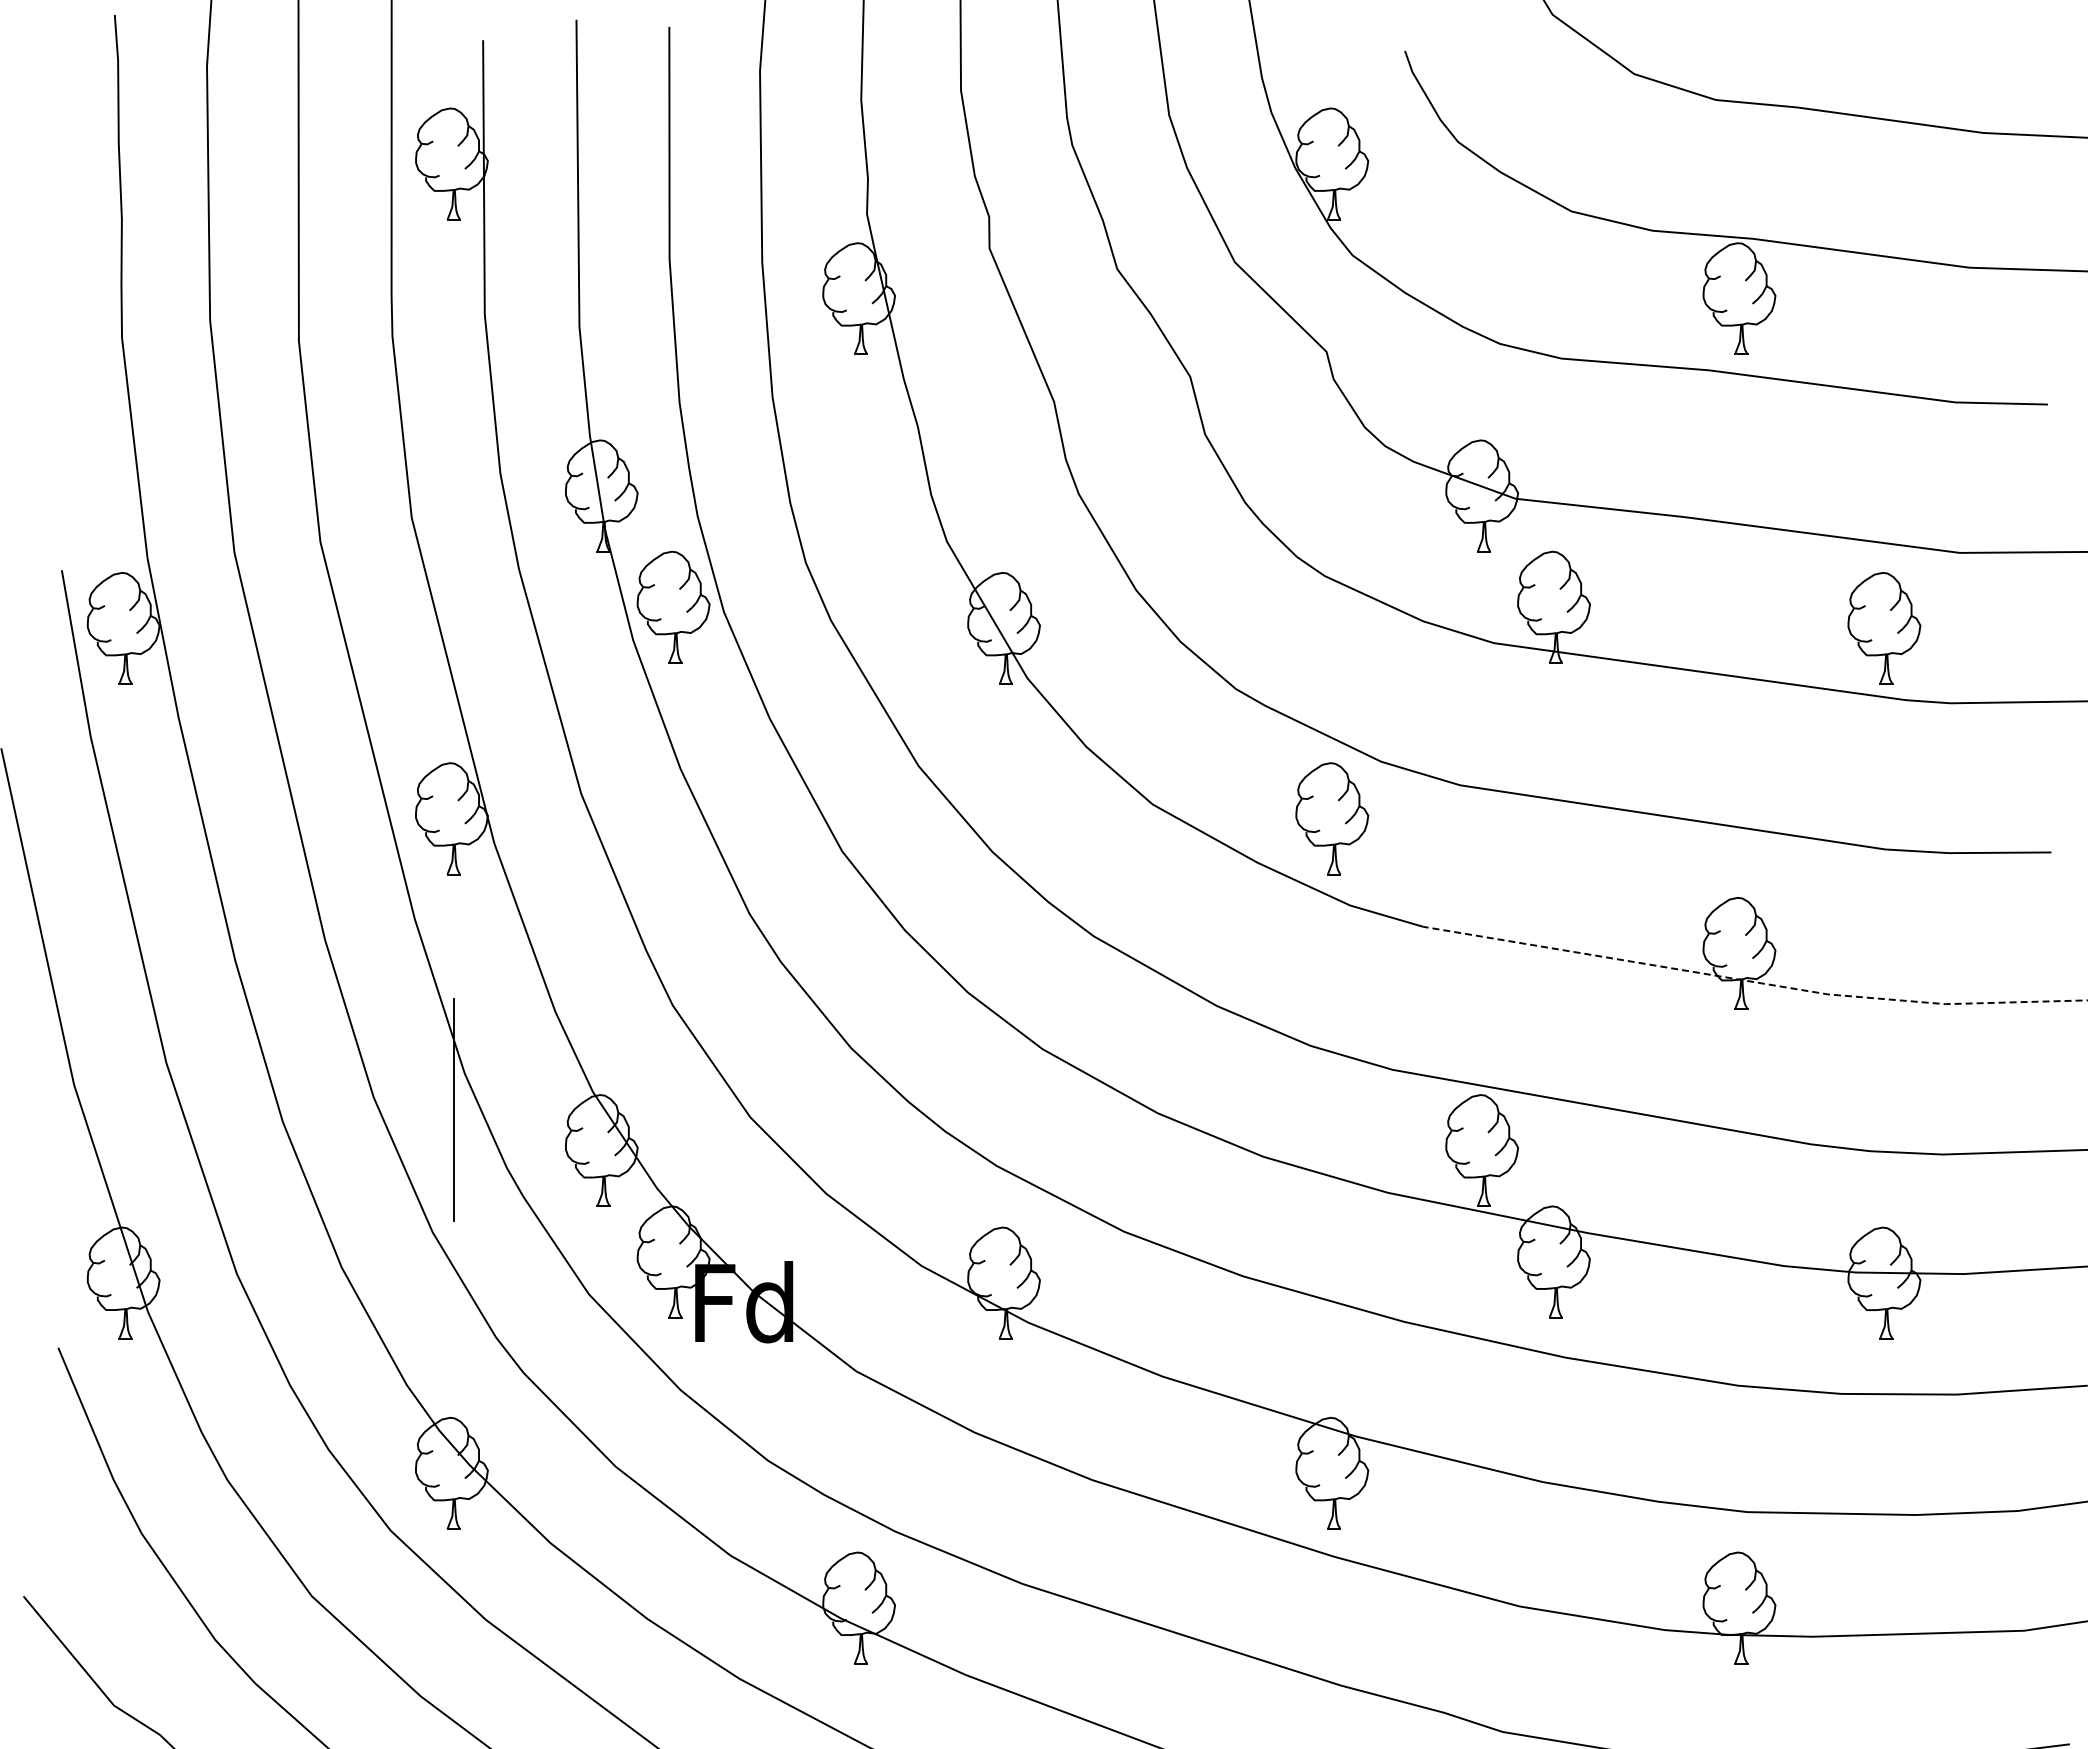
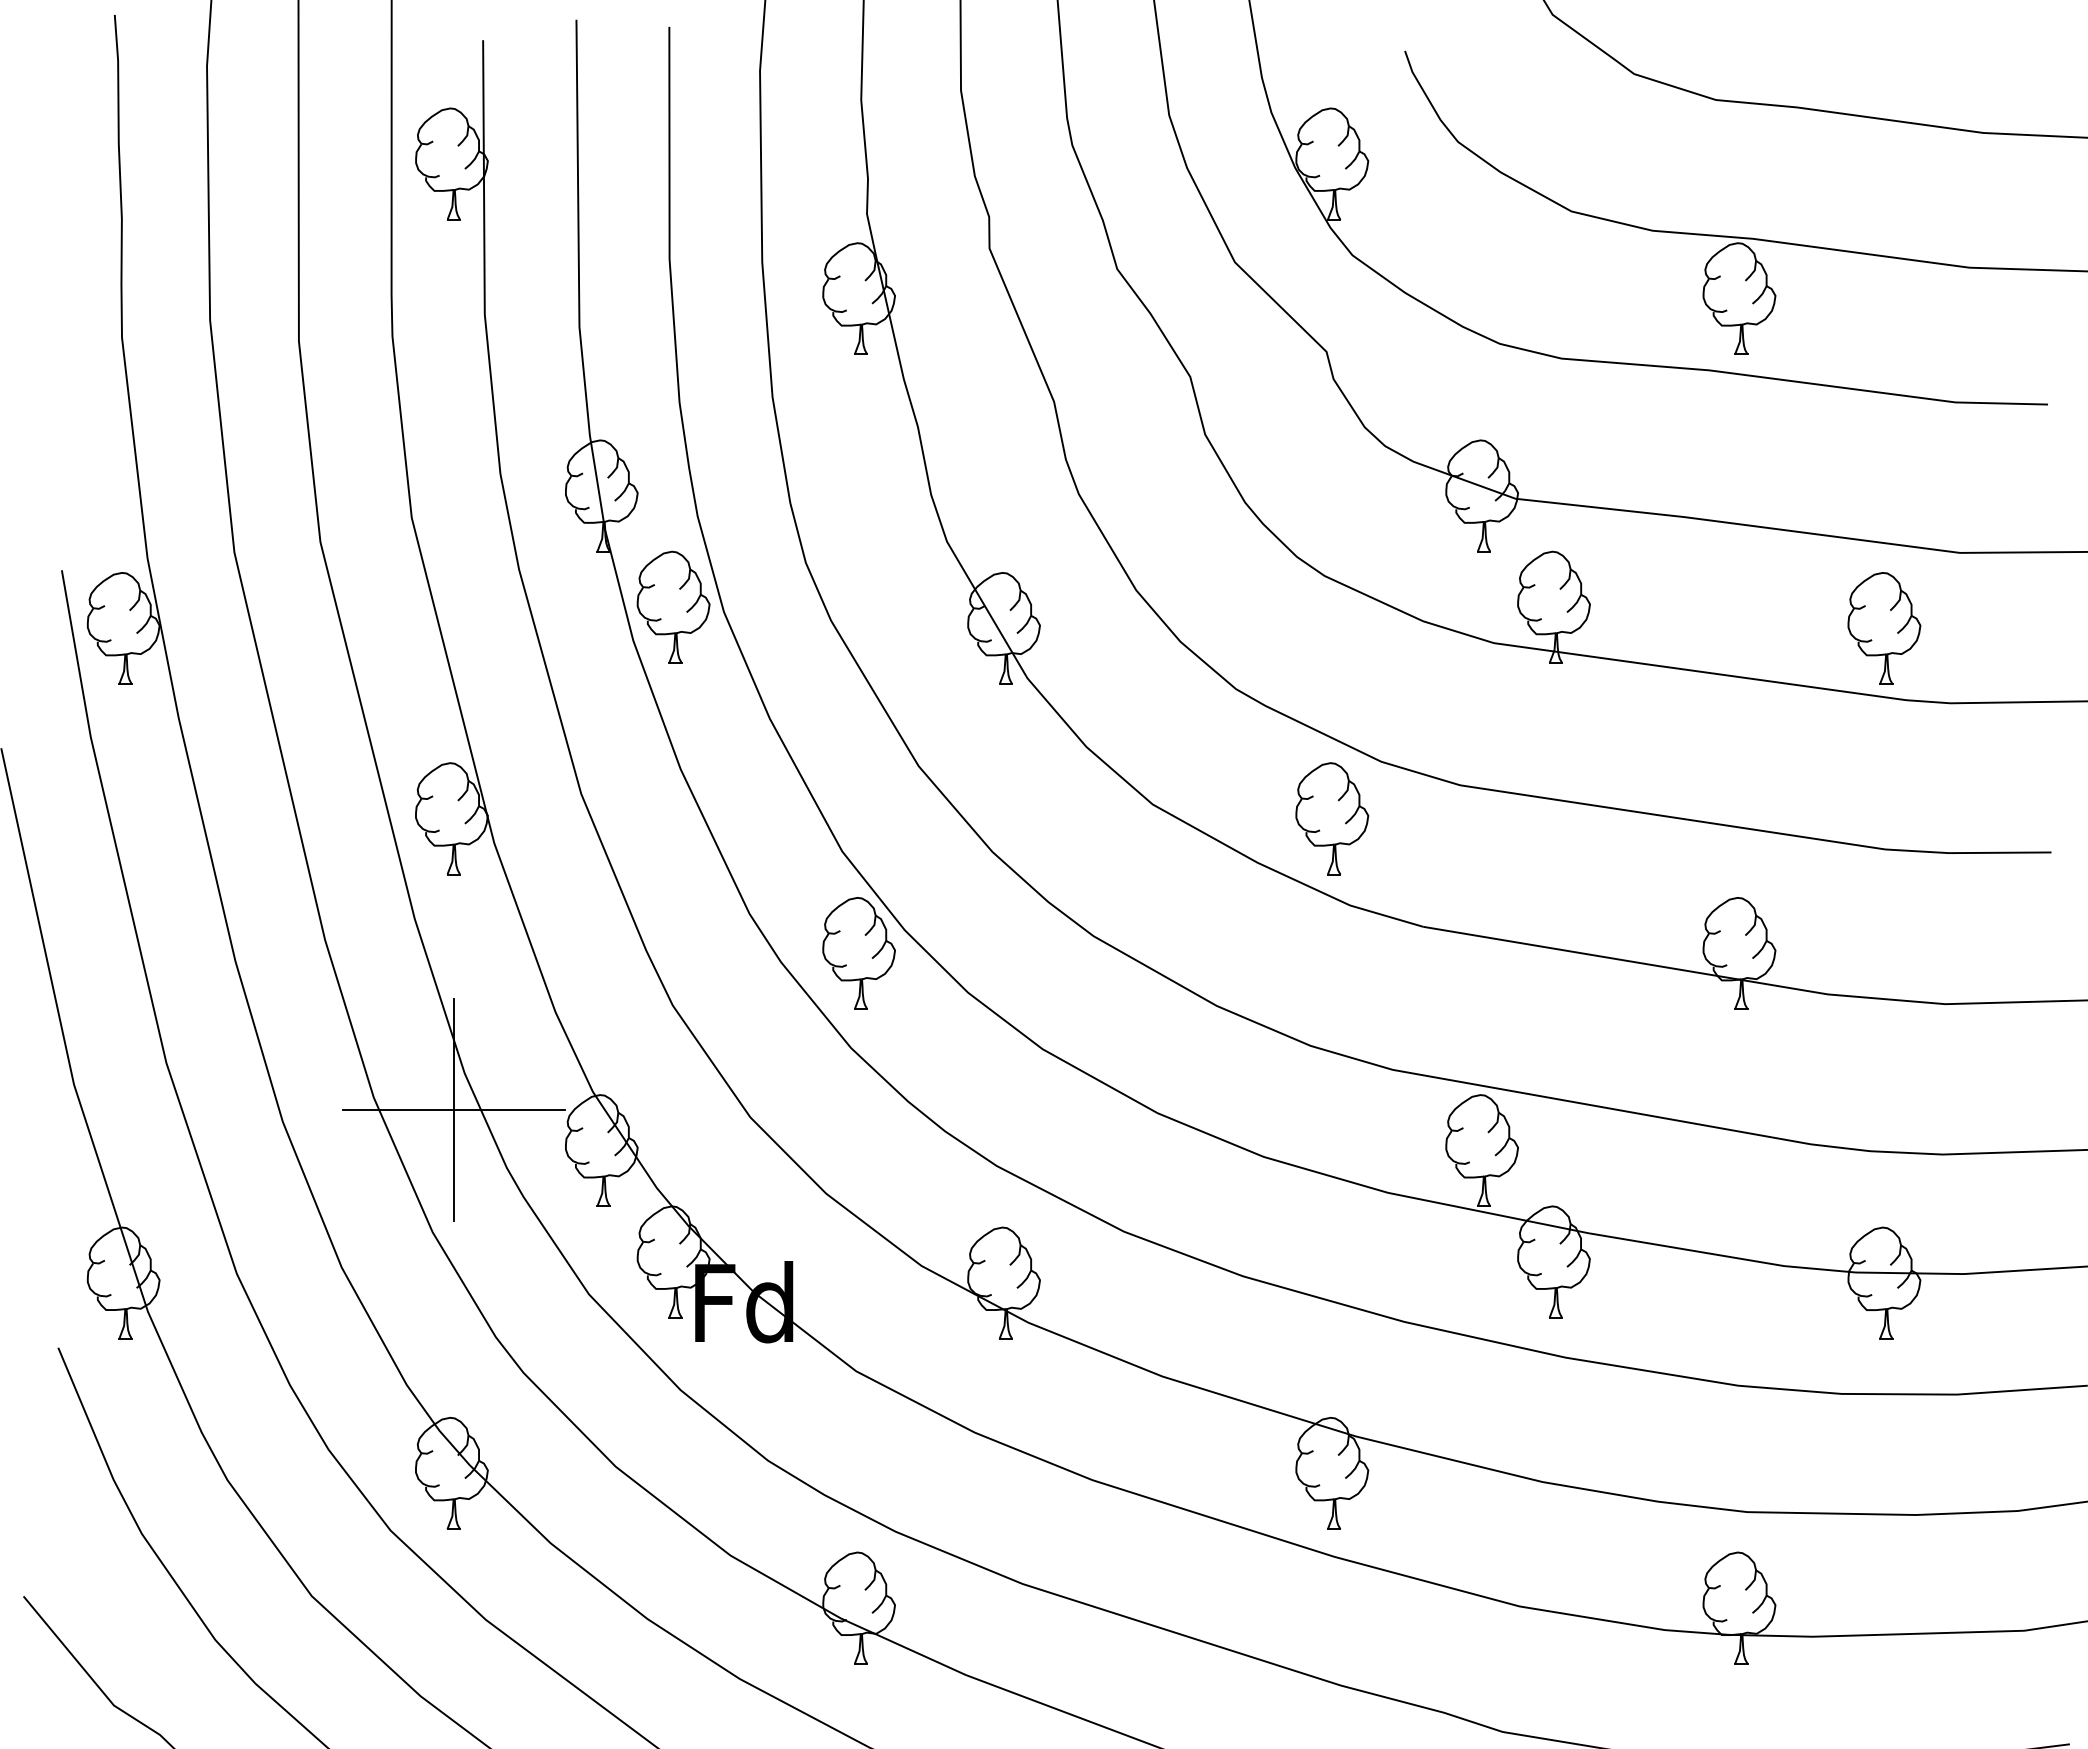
part at (858, 953): none -> present
line at (1755, 982): dashed -> solid
line at (454, 1110): none -> present
